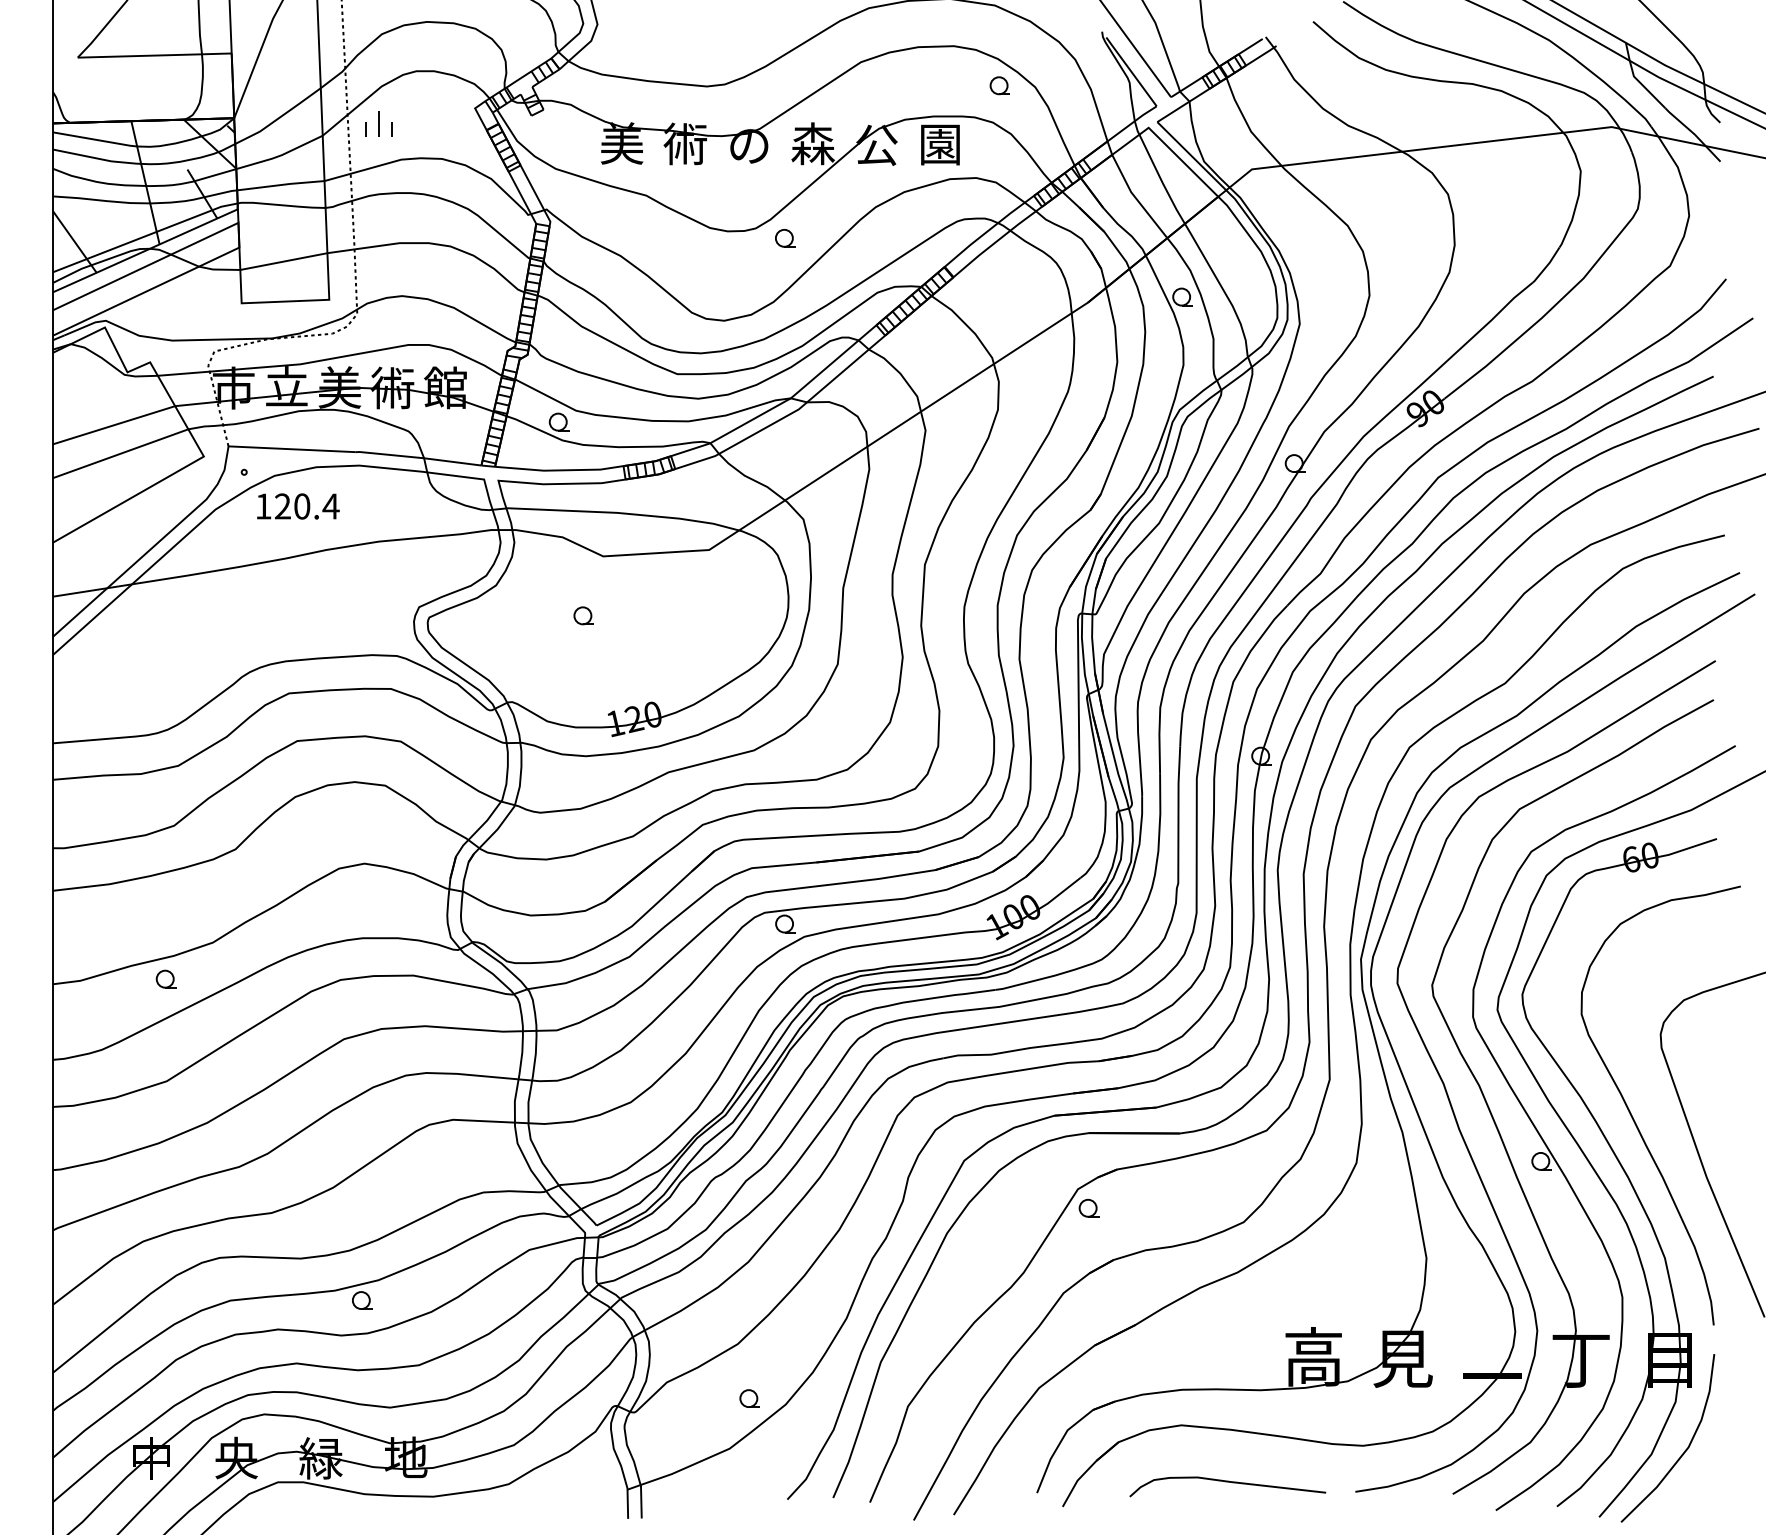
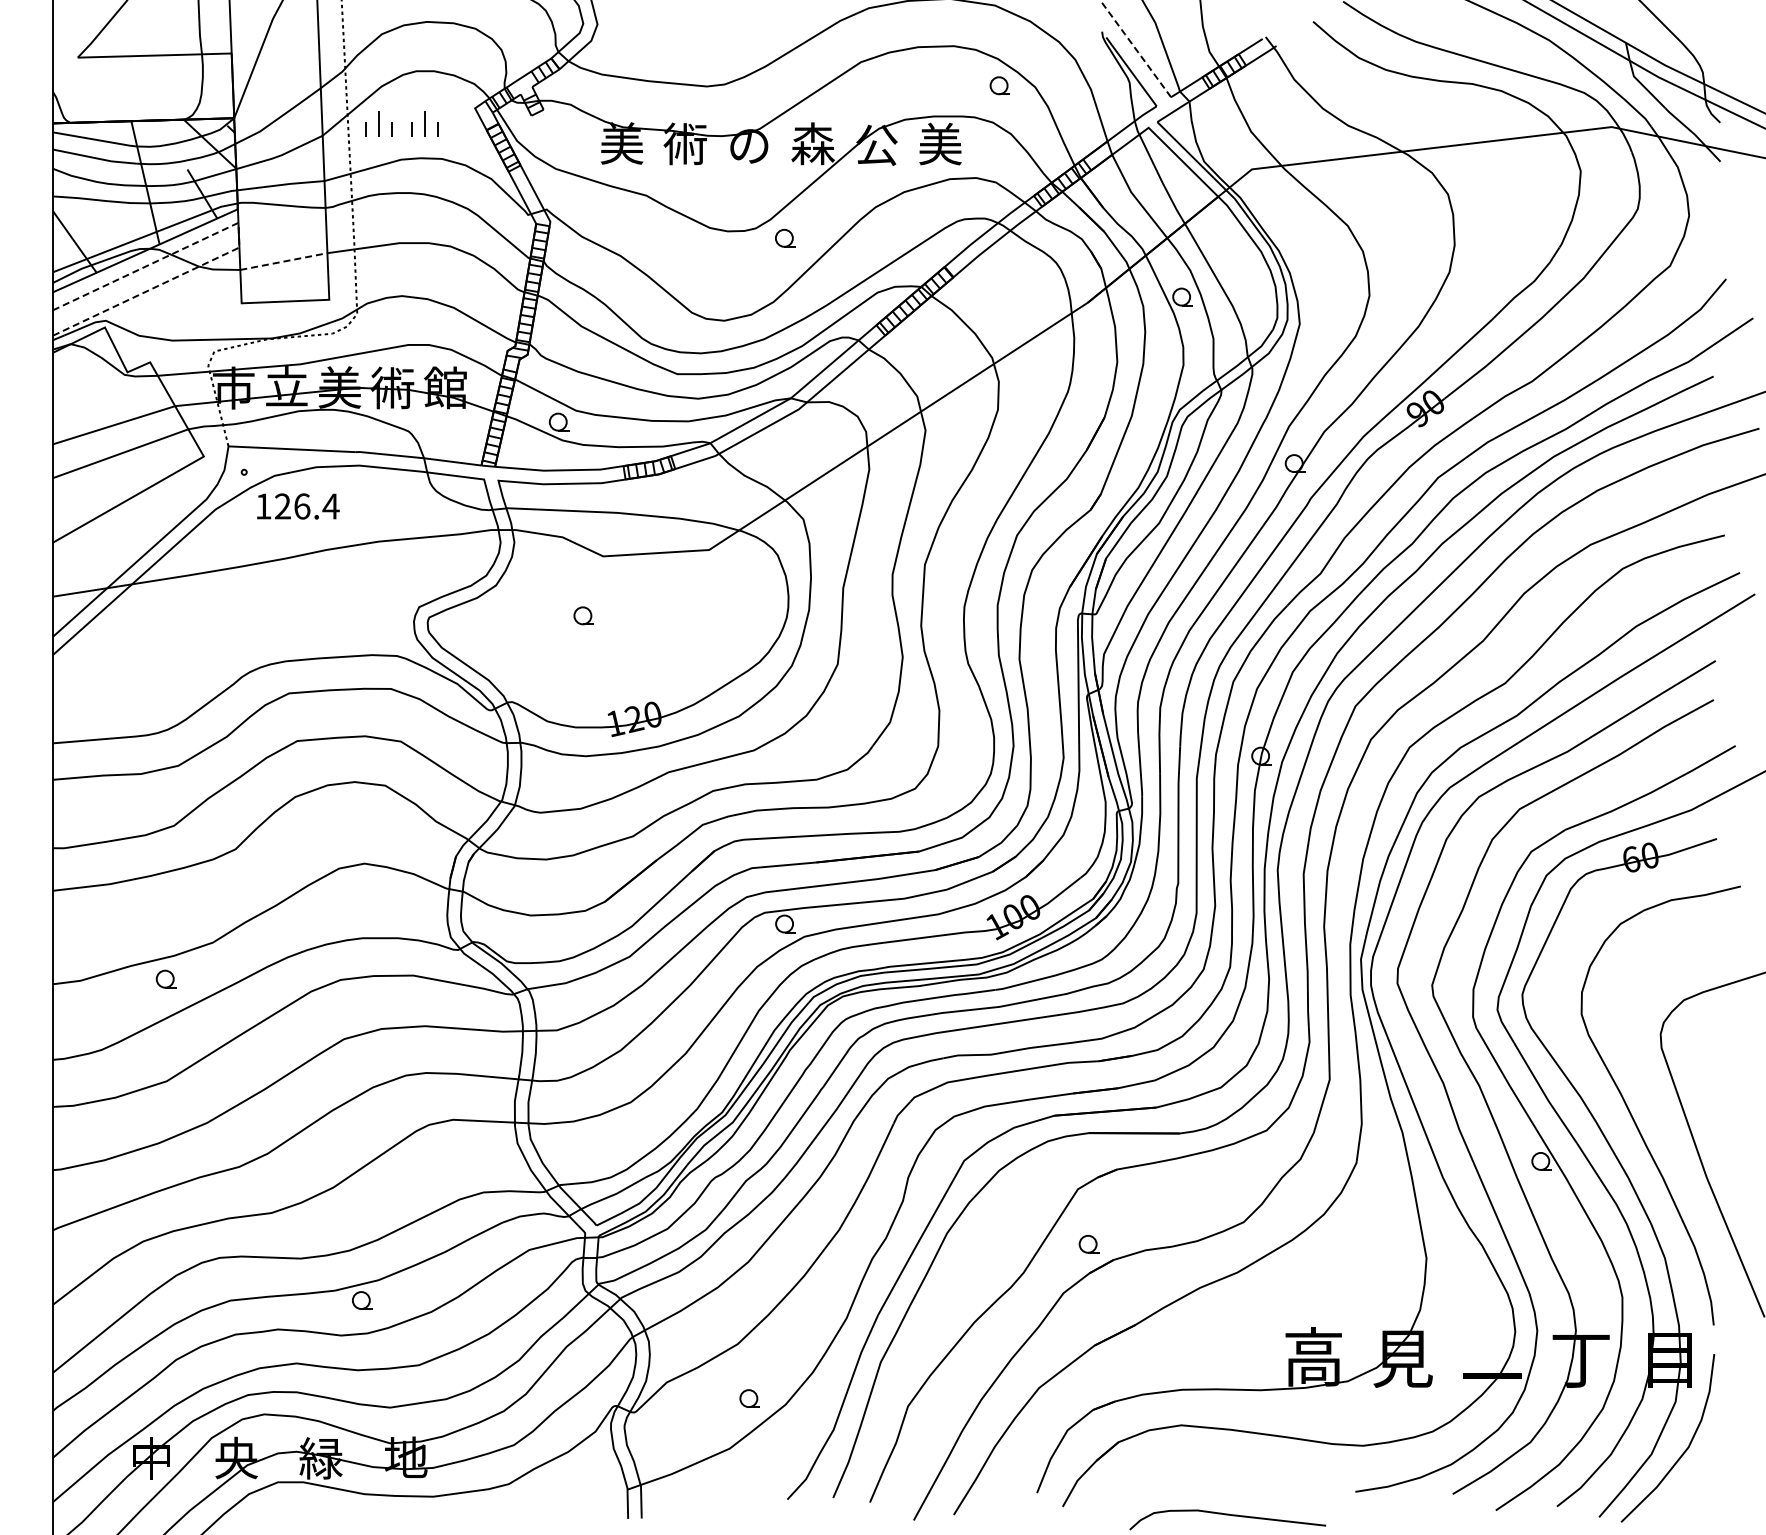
line at (1135, 48): solid -> dashed
part at (424, 123): none -> present
text at (940, 143): 園 -> 美
line at (238, 235): solid -> dashed
line at (284, 261): solid -> dashed
text at (302, 506): 120.4 -> 126.4
part at (1088, 1207) position: (1088, 1207) -> (1088, 1243)
curve at (1227, 1482) position: (1227, 1482) -> (1227, 1515)
